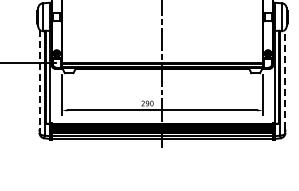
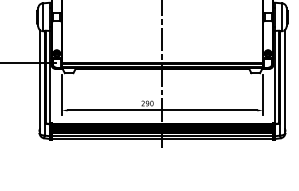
line at (39, 79): dashed -> solid
line at (285, 79): dashed -> solid
